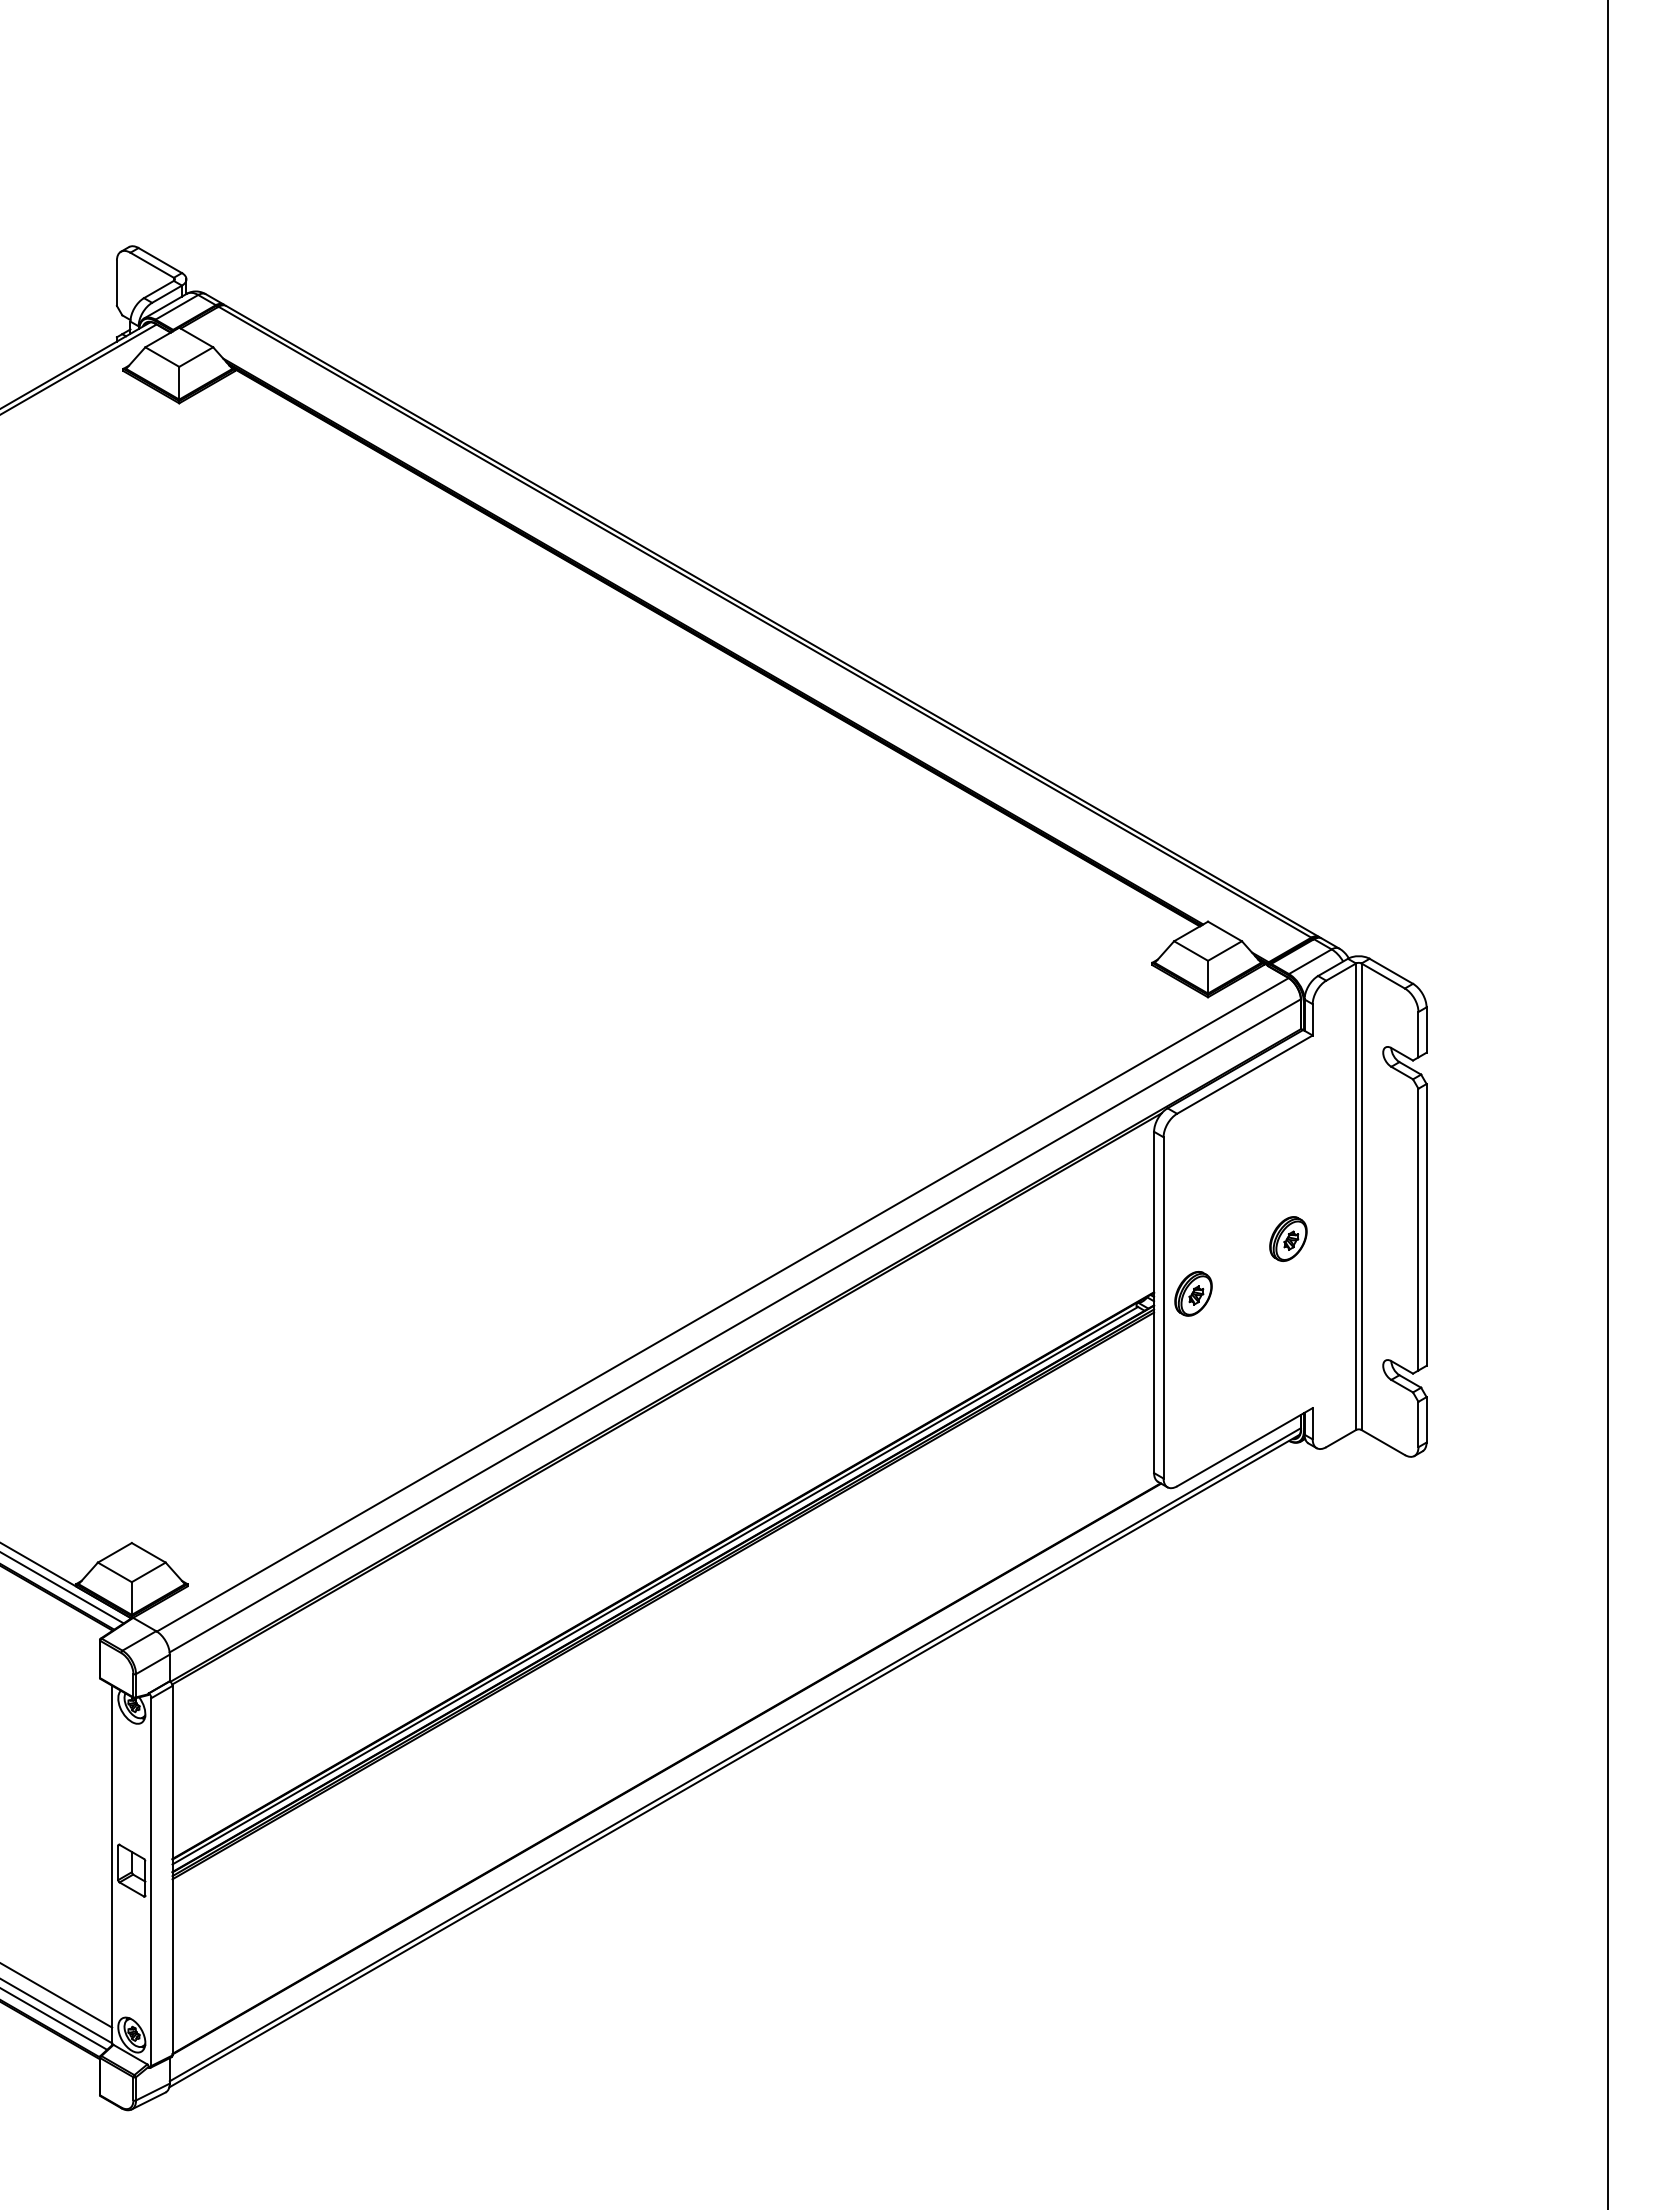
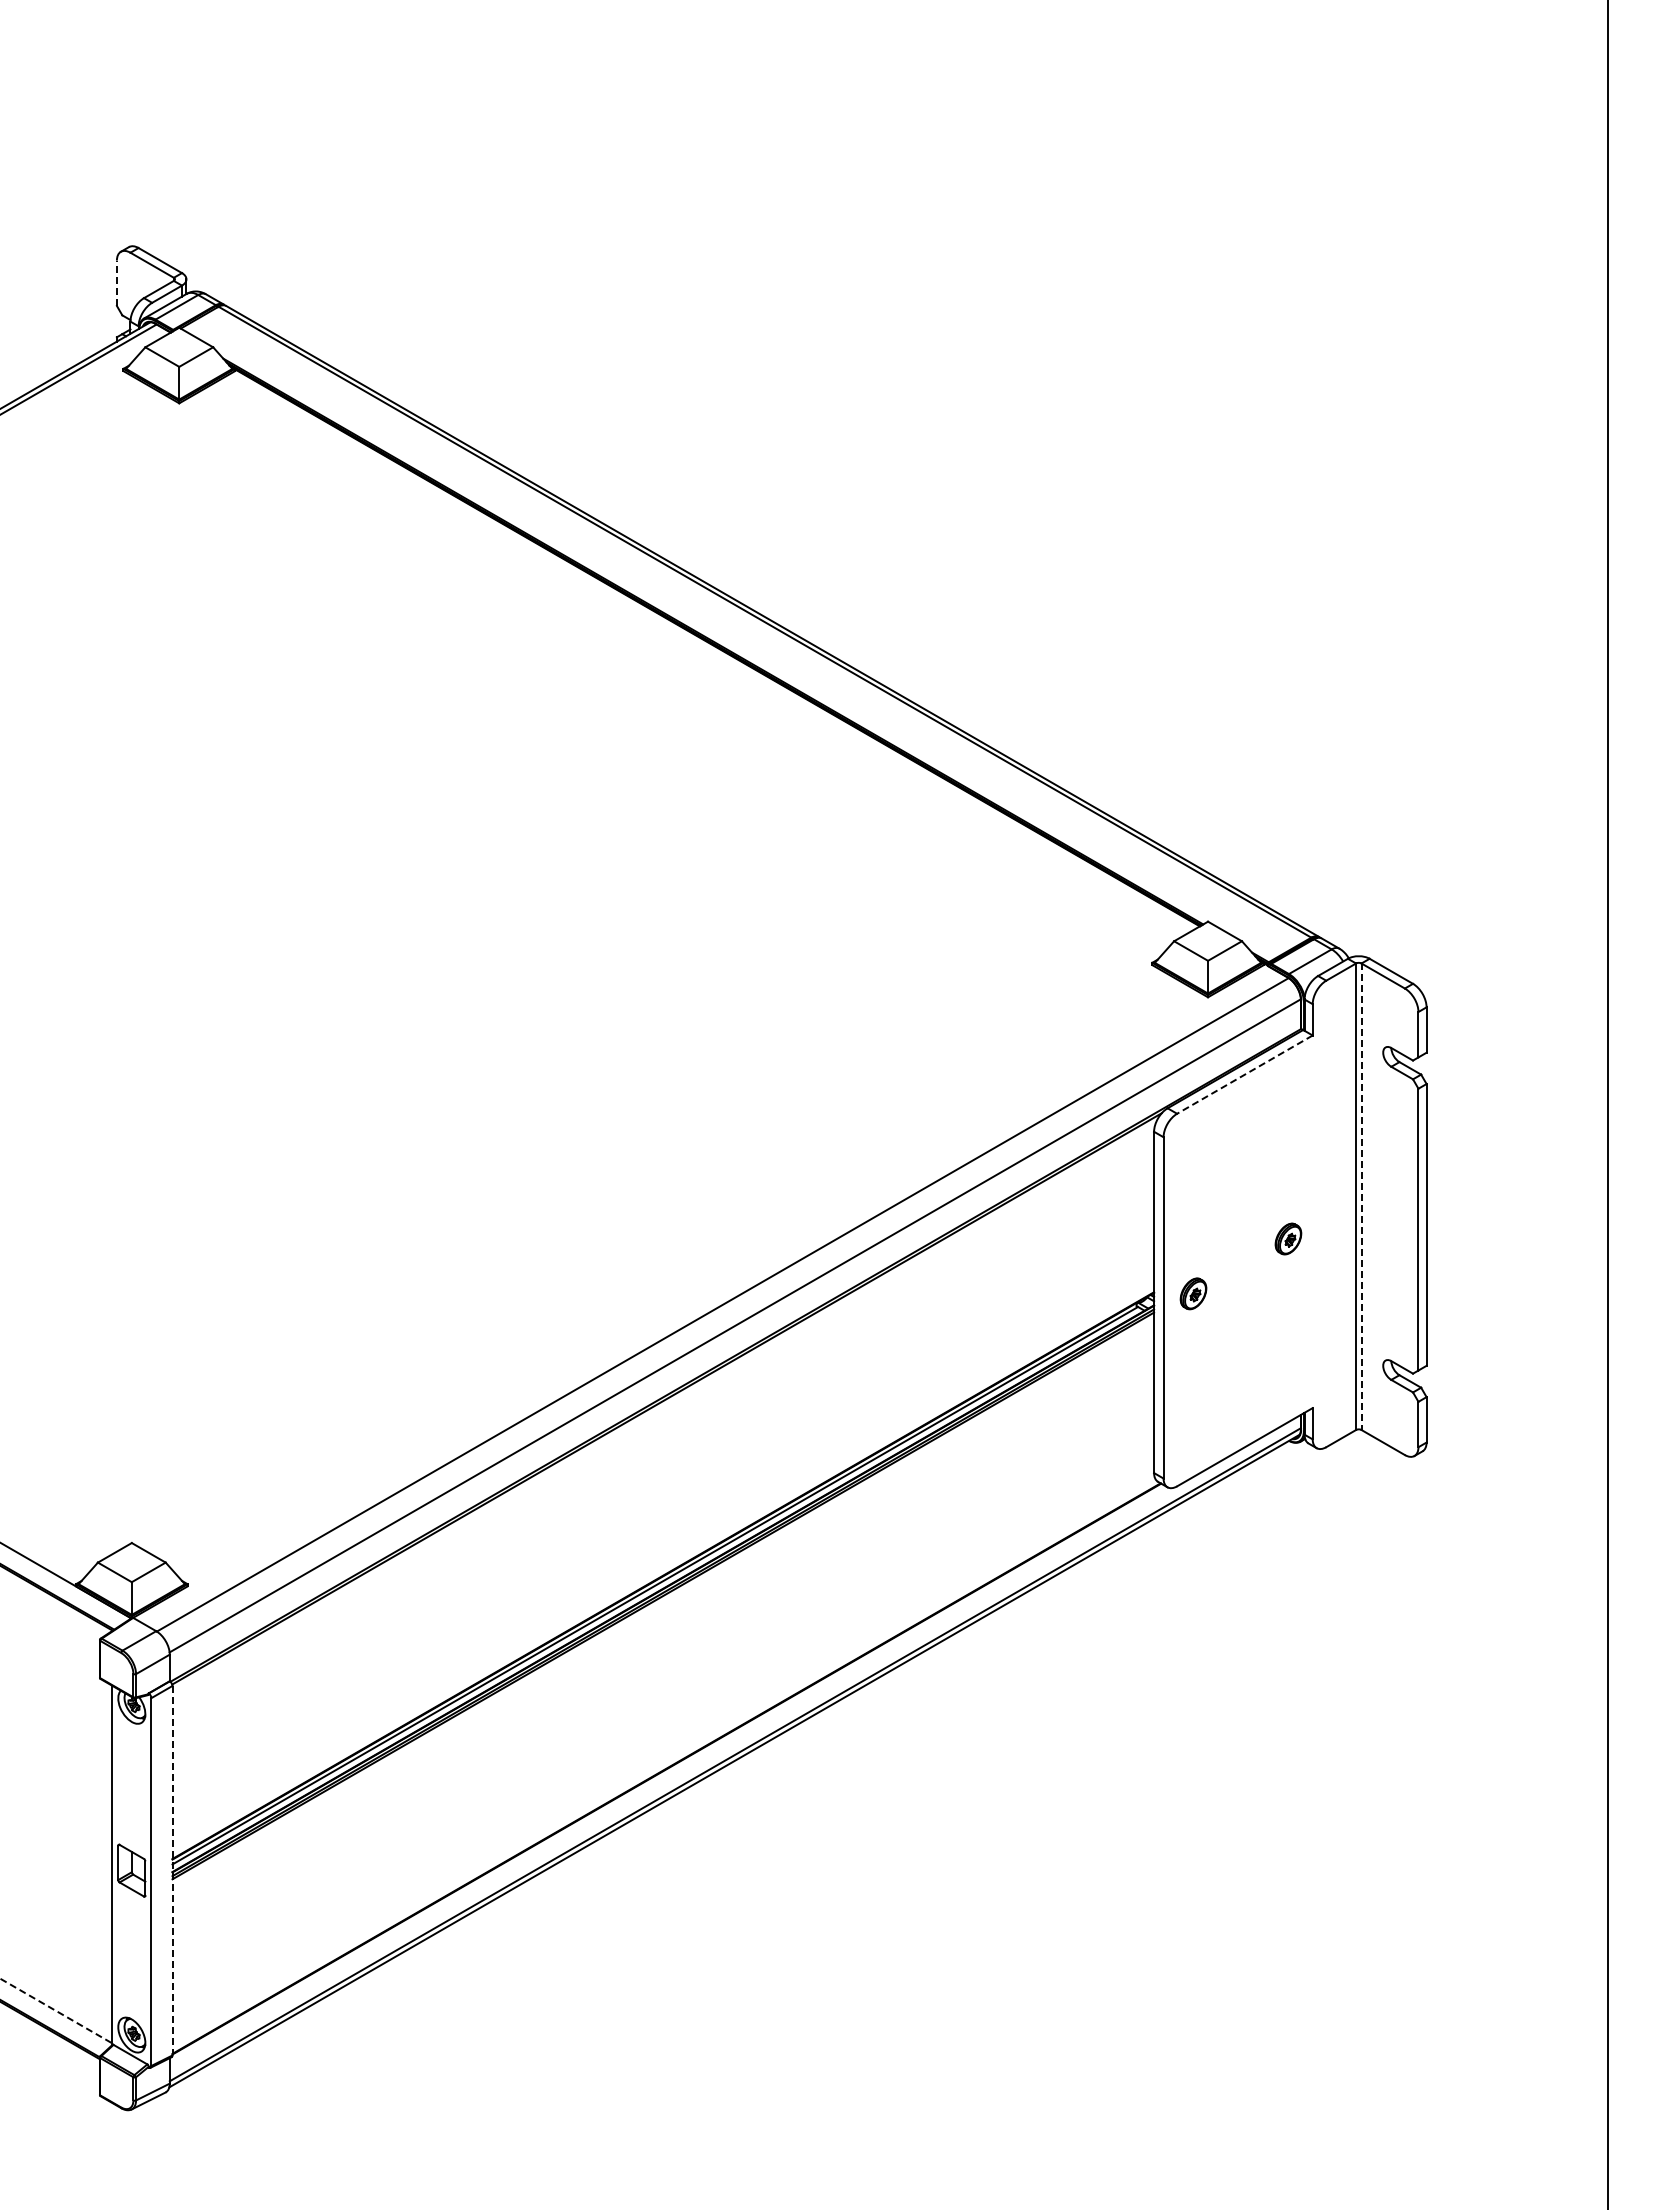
line at (116, 283): solid -> dashed
line at (1244, 1074): solid -> dashed
line at (1361, 1197): solid -> dashed
part at (1288, 1238) size: 39x46 px -> 29x34 px
part at (1193, 1293) size: 39x46 px -> 29x34 px
line at (62, 1588): present -> none
line at (172, 1870): solid -> dashed
line at (57, 1995): present -> none
line at (56, 2011): solid -> dashed
line at (54, 2019): present -> none
